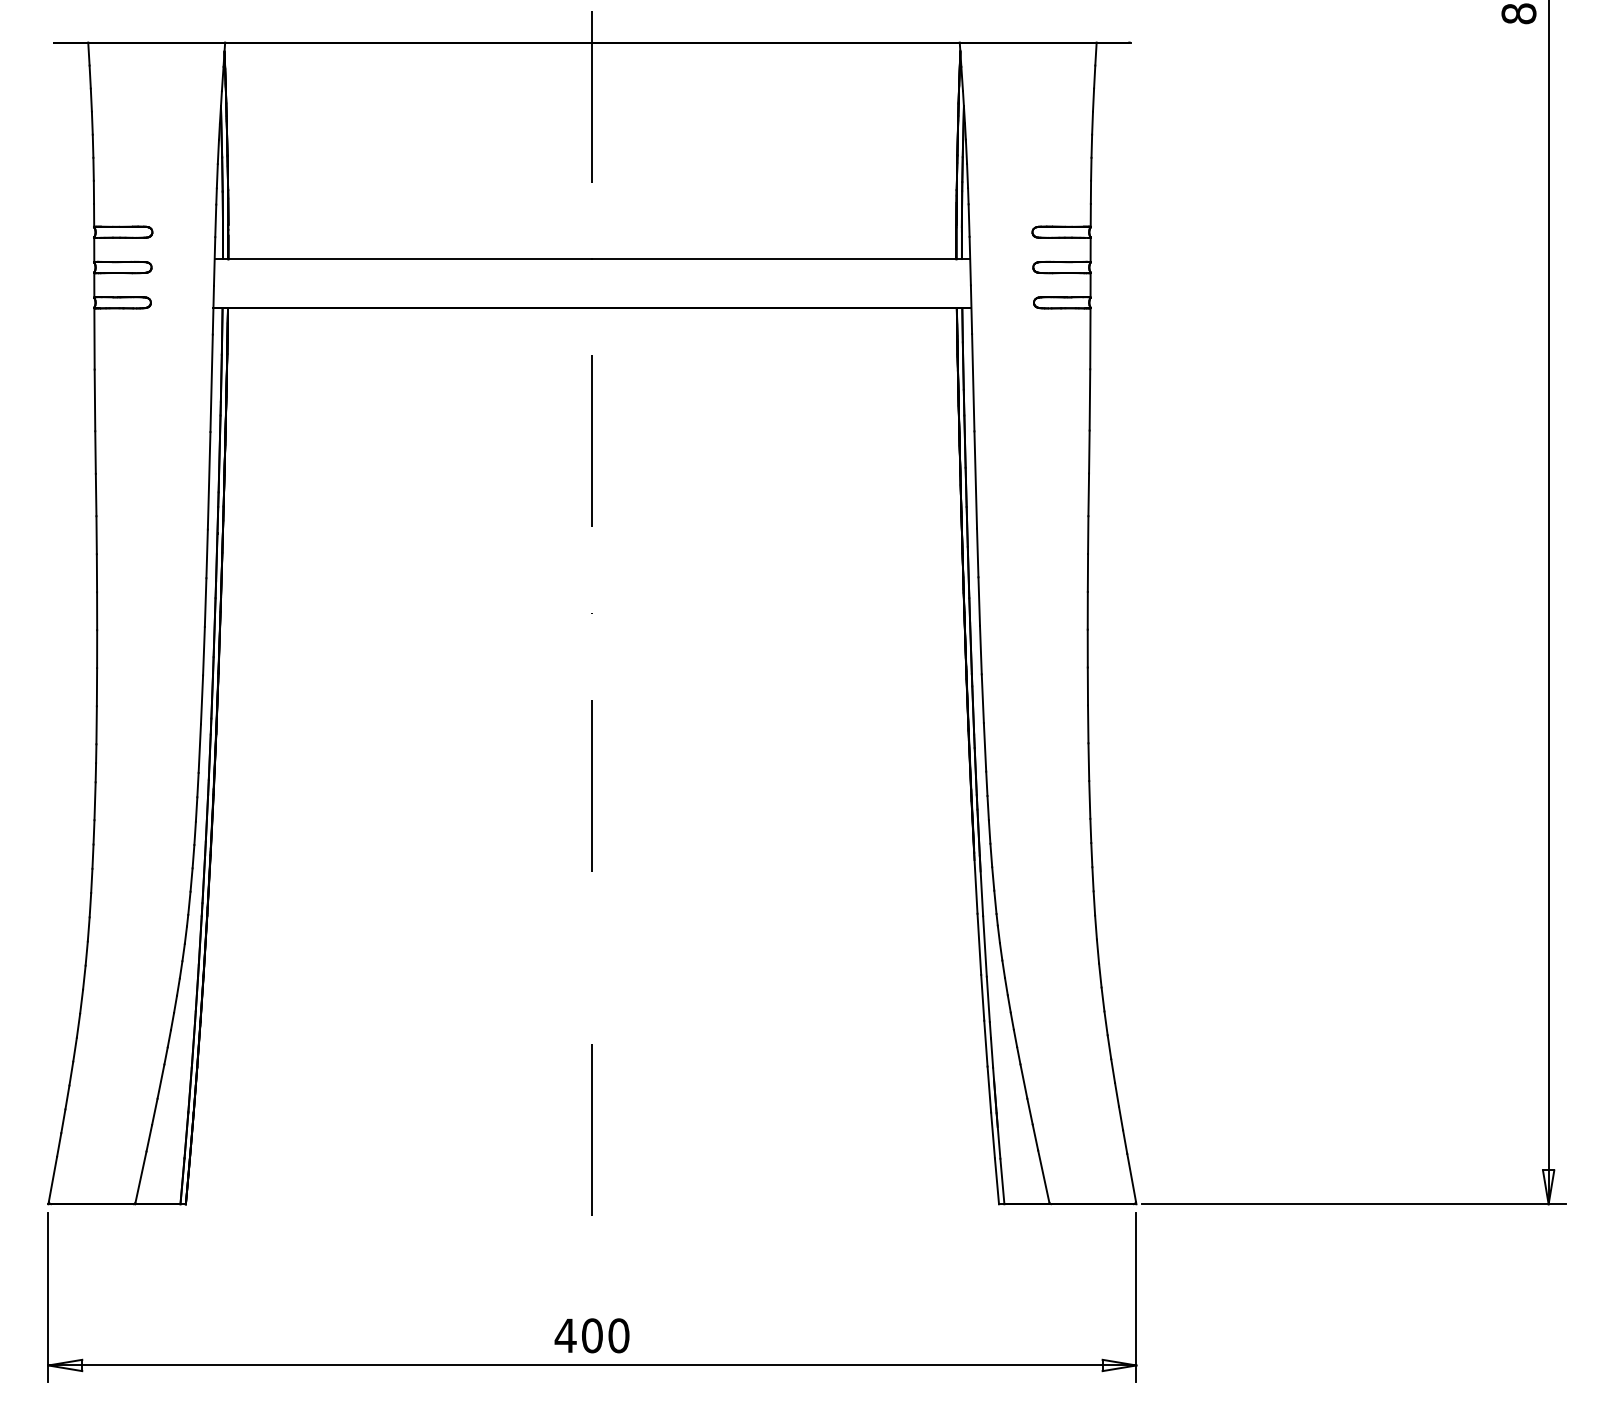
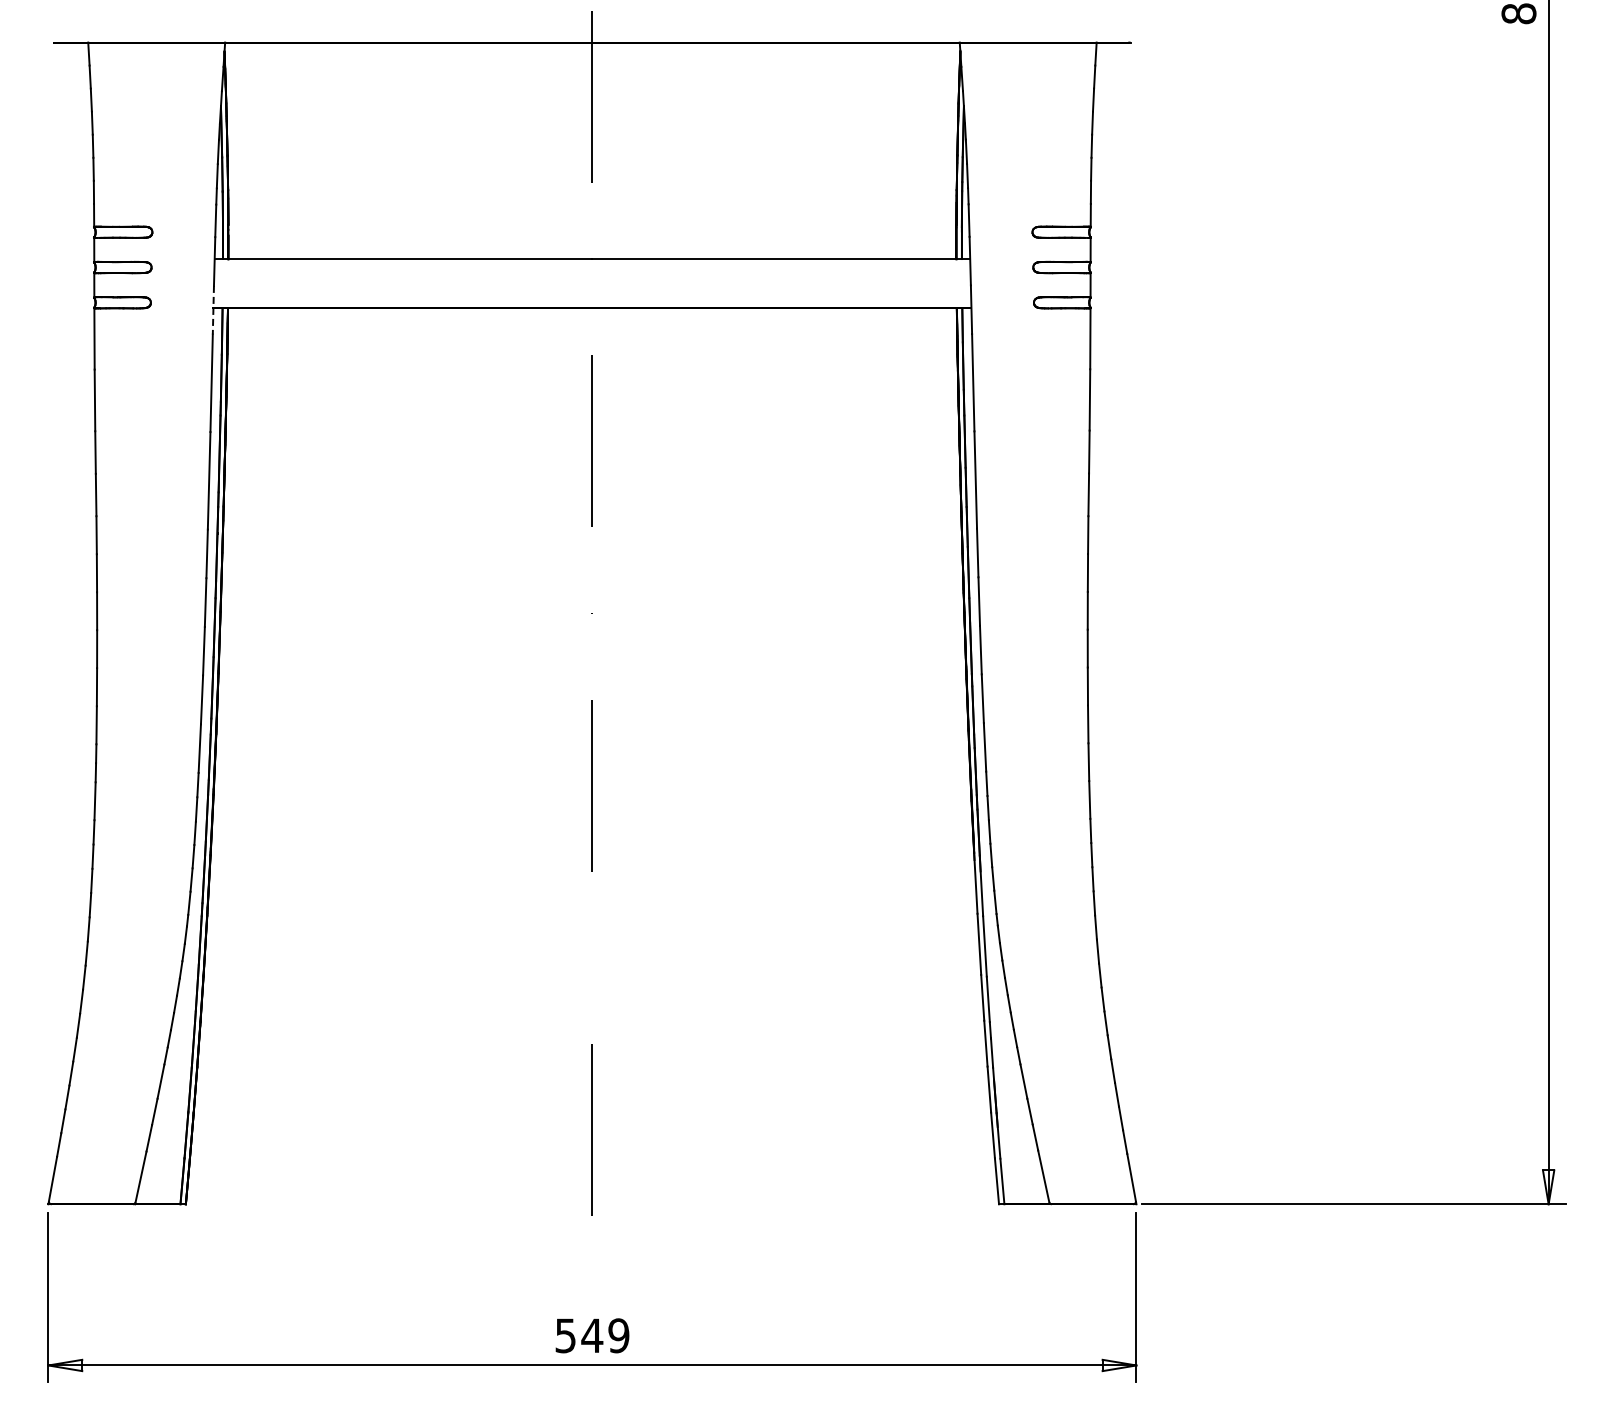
line at (213, 310): solid -> dashed
text at (591, 1335): 400 -> 549
